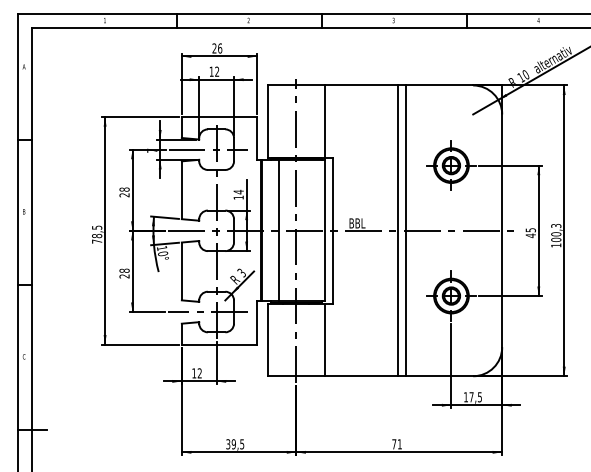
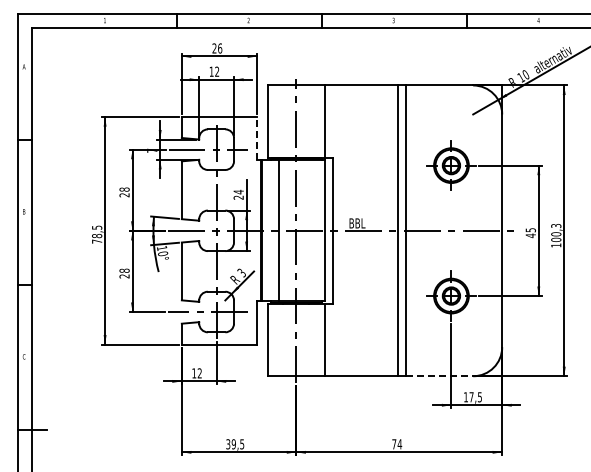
line at (257, 138): solid -> dashed
text at (238, 197): 14 -> 24
line at (440, 376): solid -> dashed
text at (399, 444): 71 -> 74
